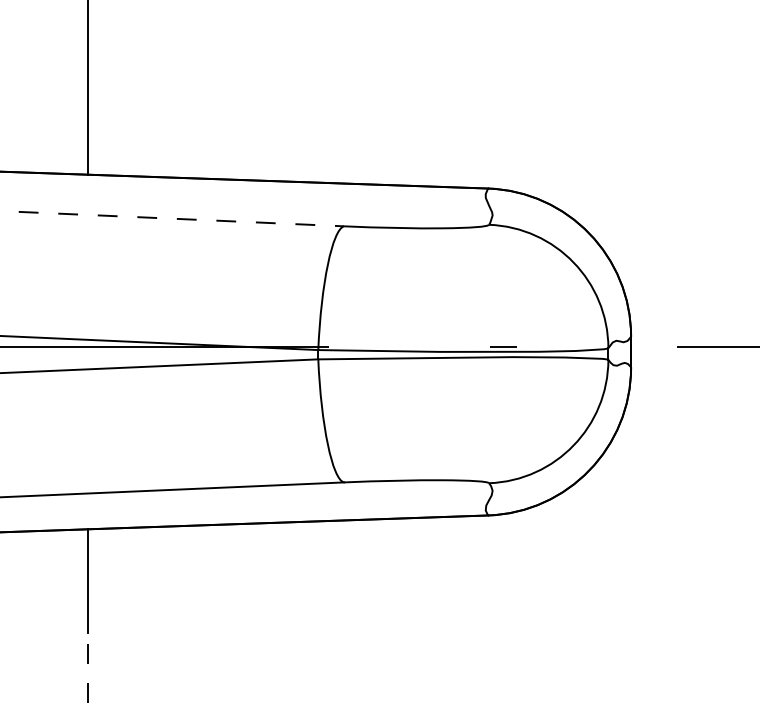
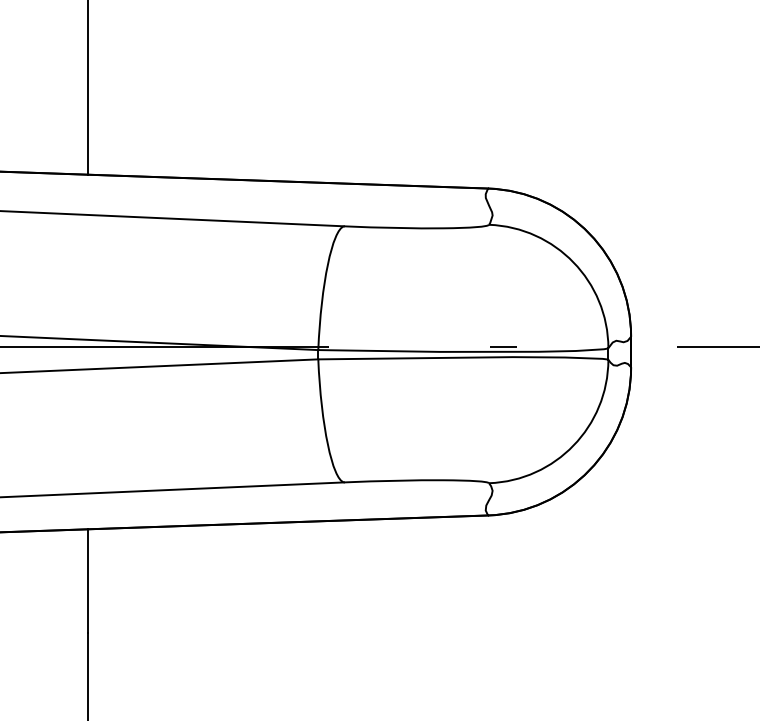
line at (172, 218): dashed -> solid
line at (87, 677): dashed -> solid
